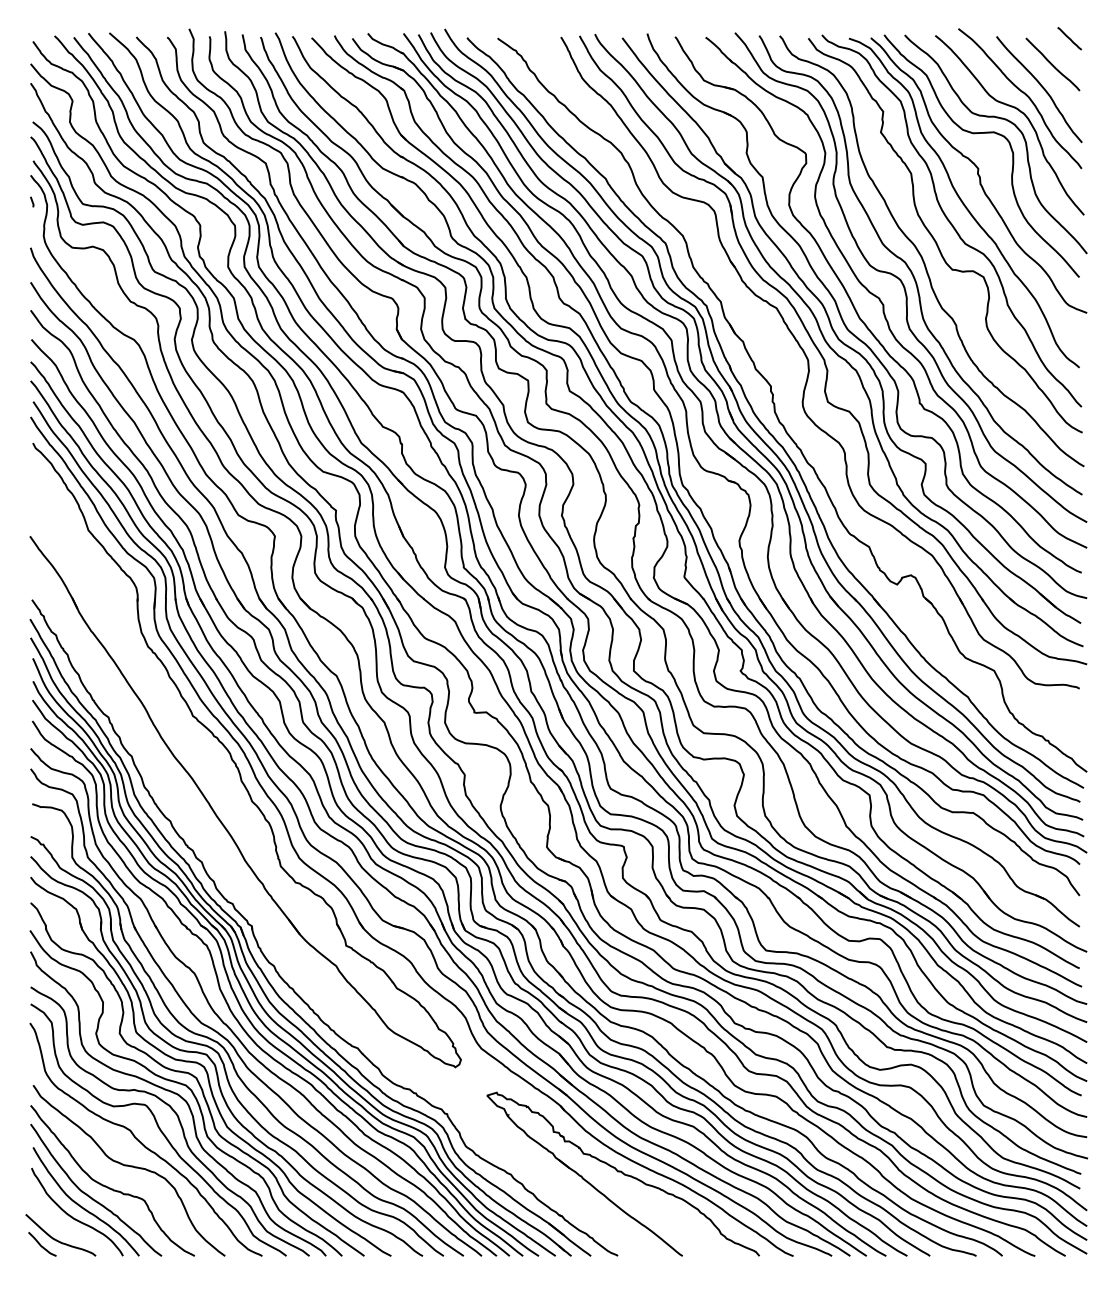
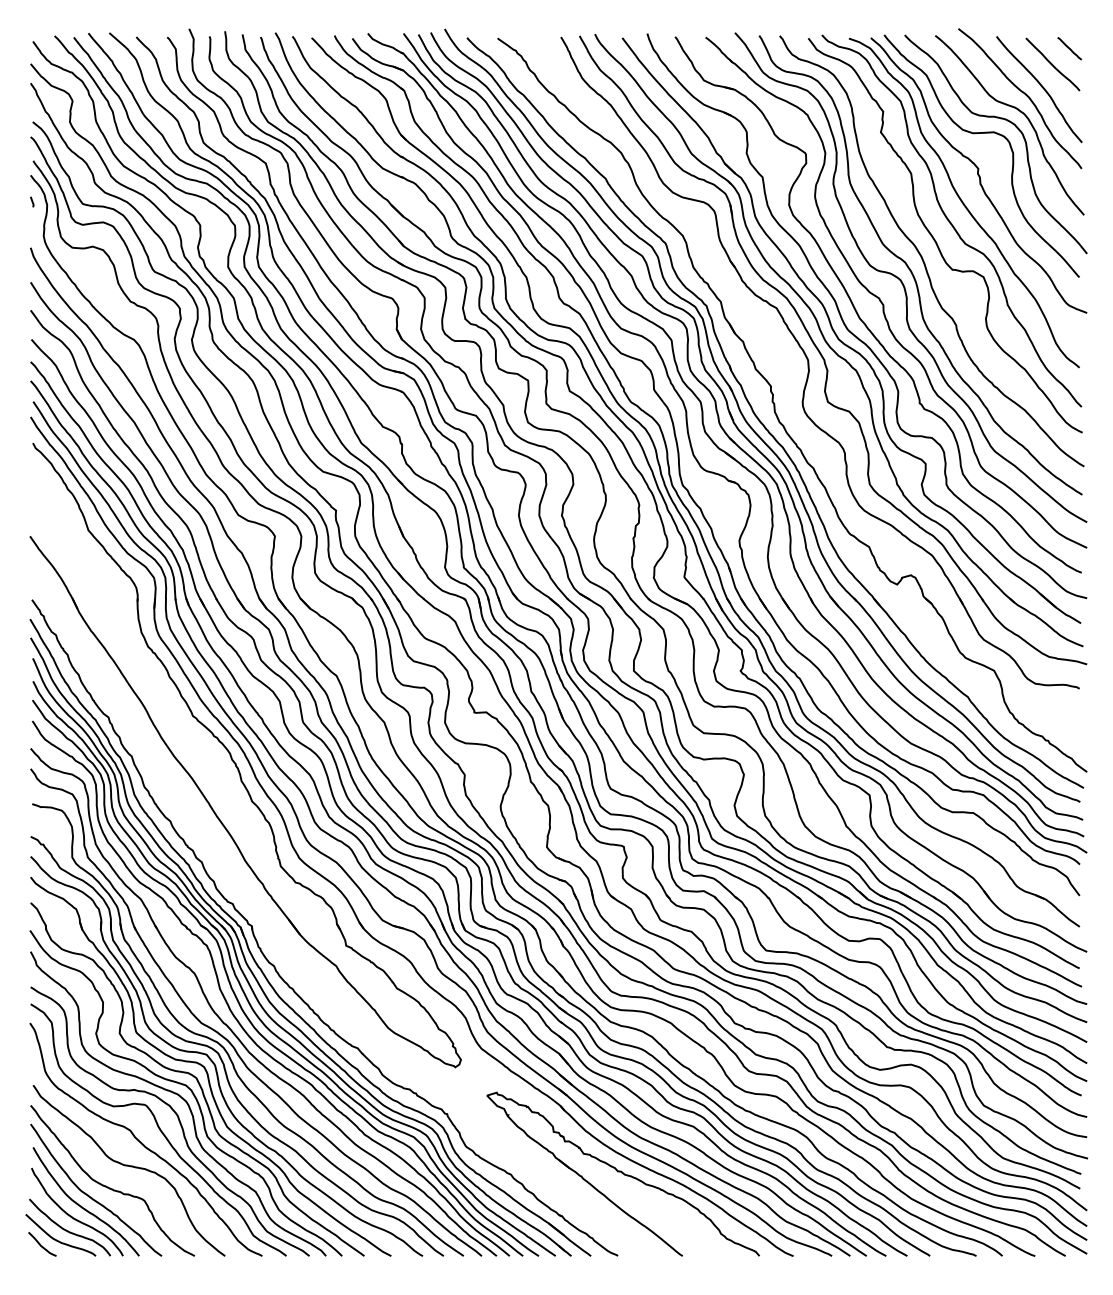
line at (1069, 38) position: (1069, 38) -> (1069, 48)
curve at (68, 1230): none -> present
